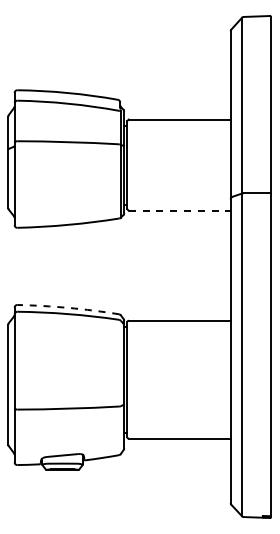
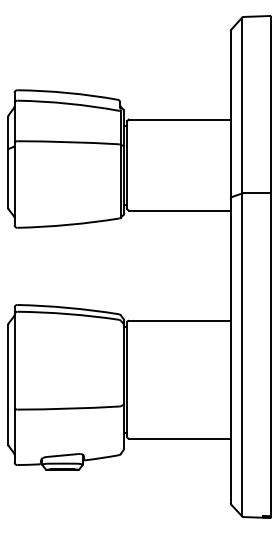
line at (179, 210): dashed -> solid
arc at (68, 307): dashed -> solid
